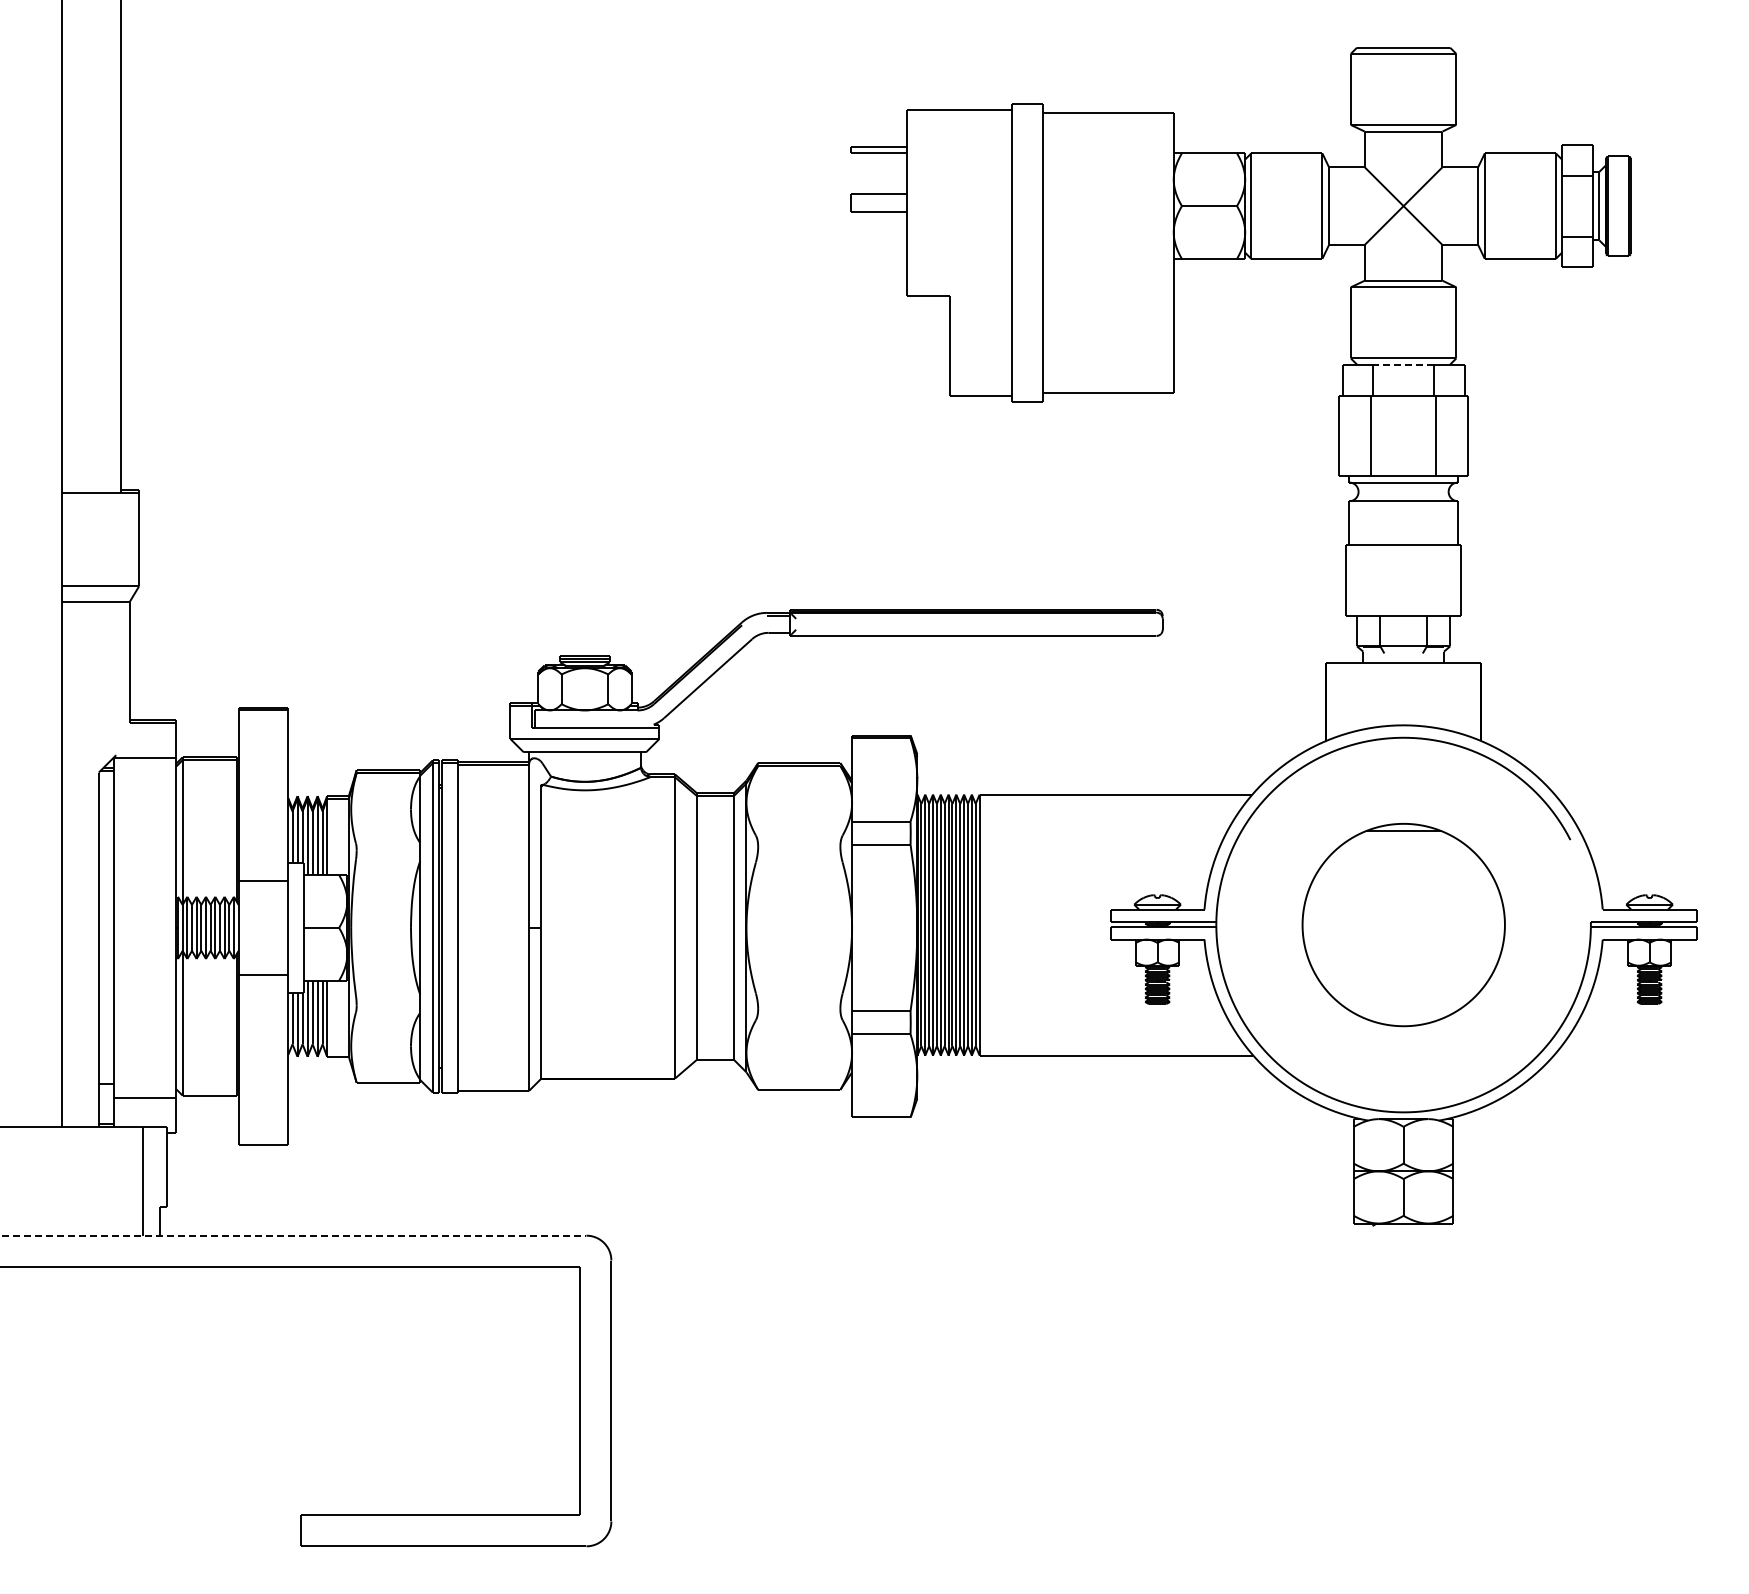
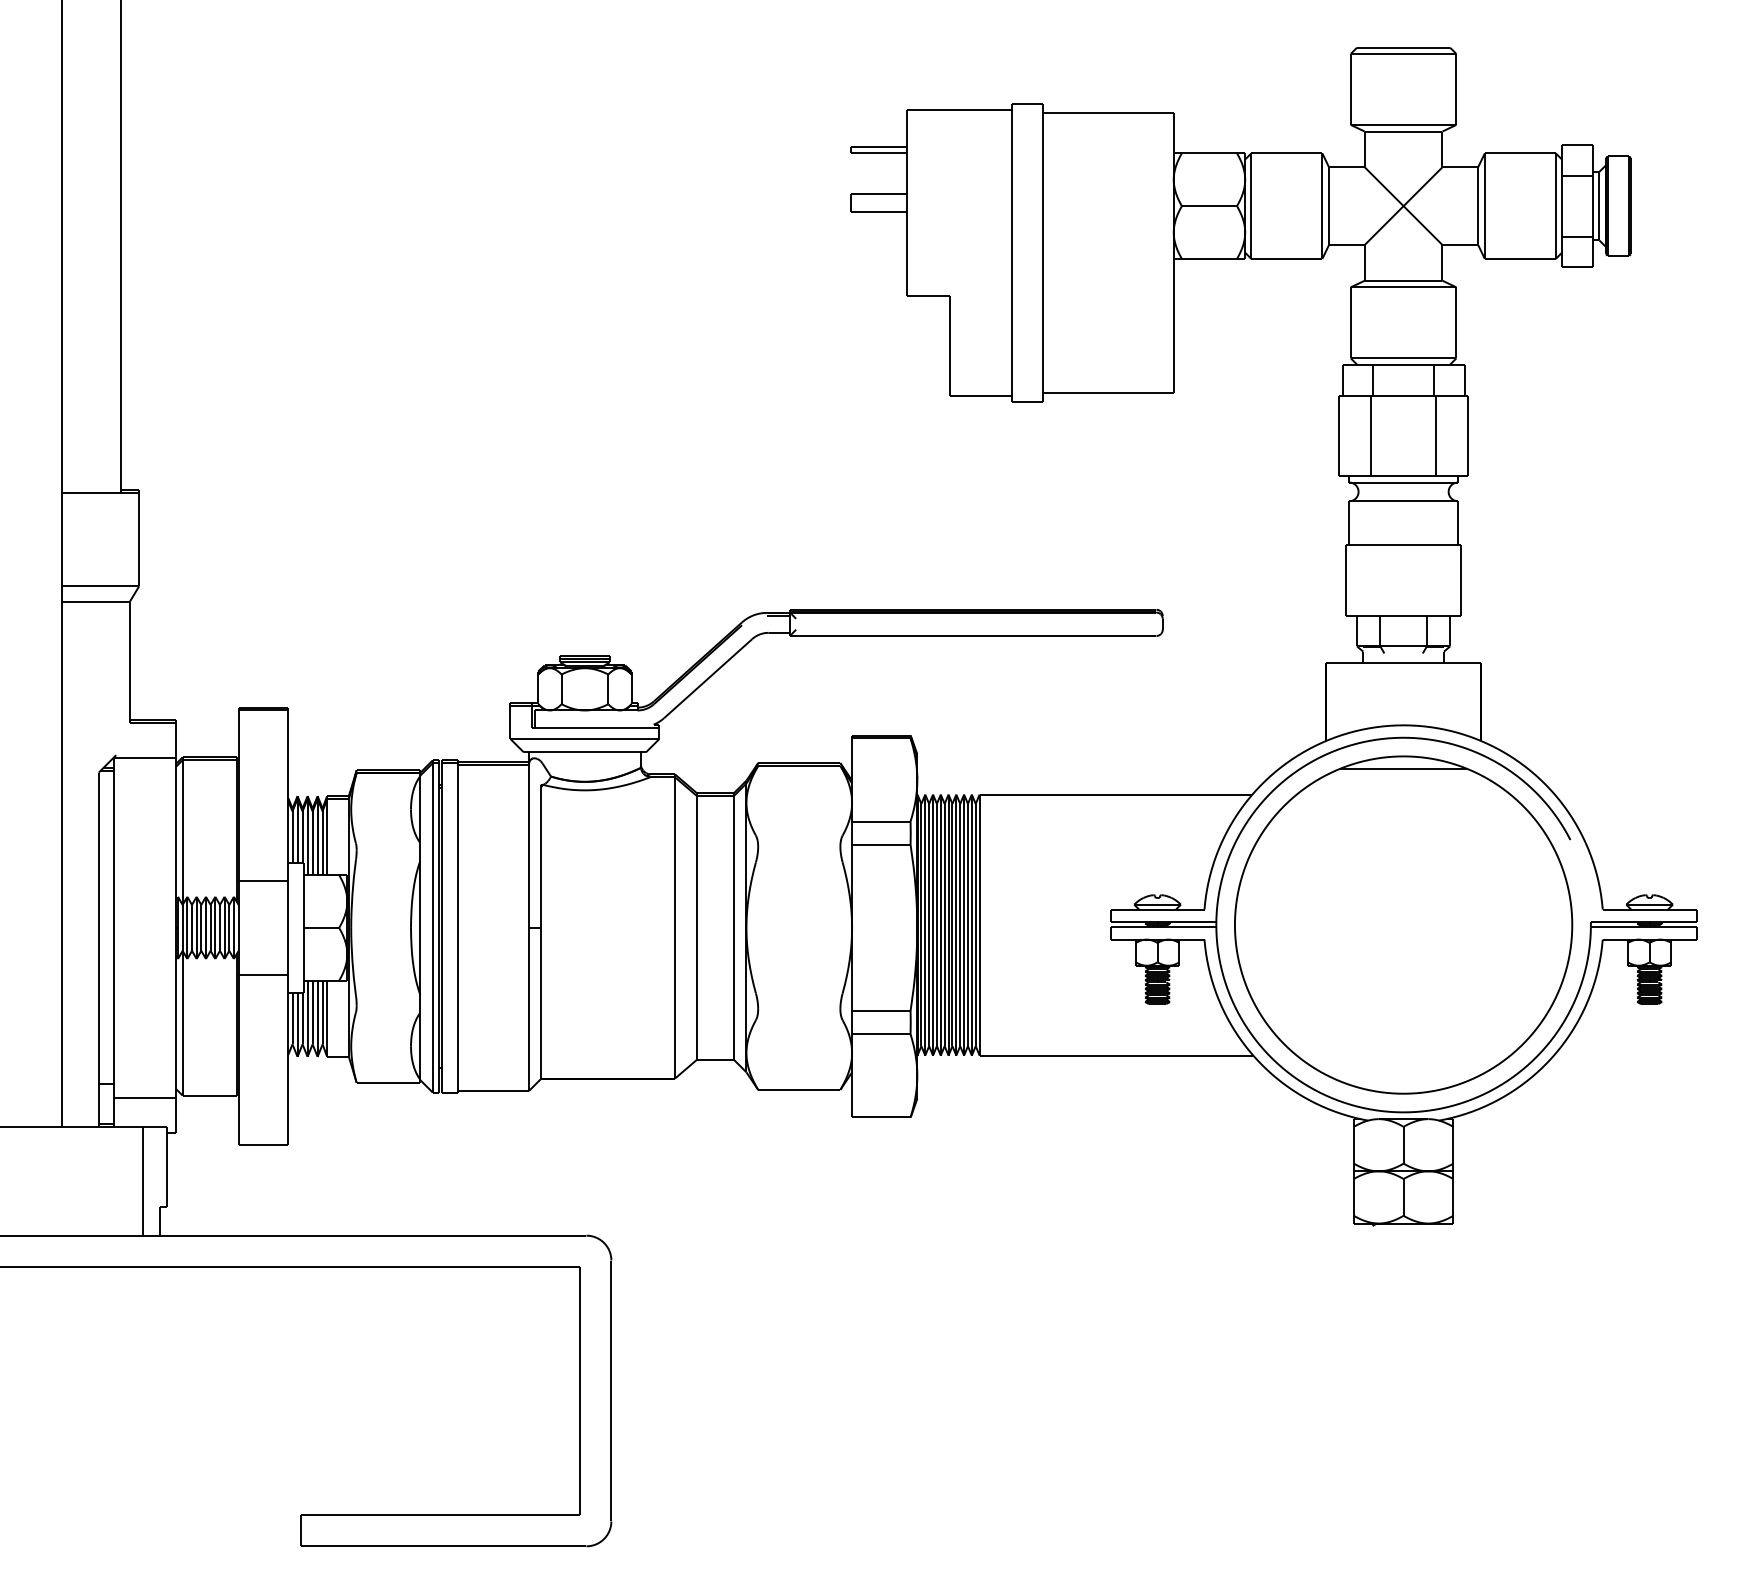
line at (1403, 364): dashed -> solid
part at (1403, 925) size: 205x205 px -> 340x340 px
line at (293, 1235): dashed -> solid
